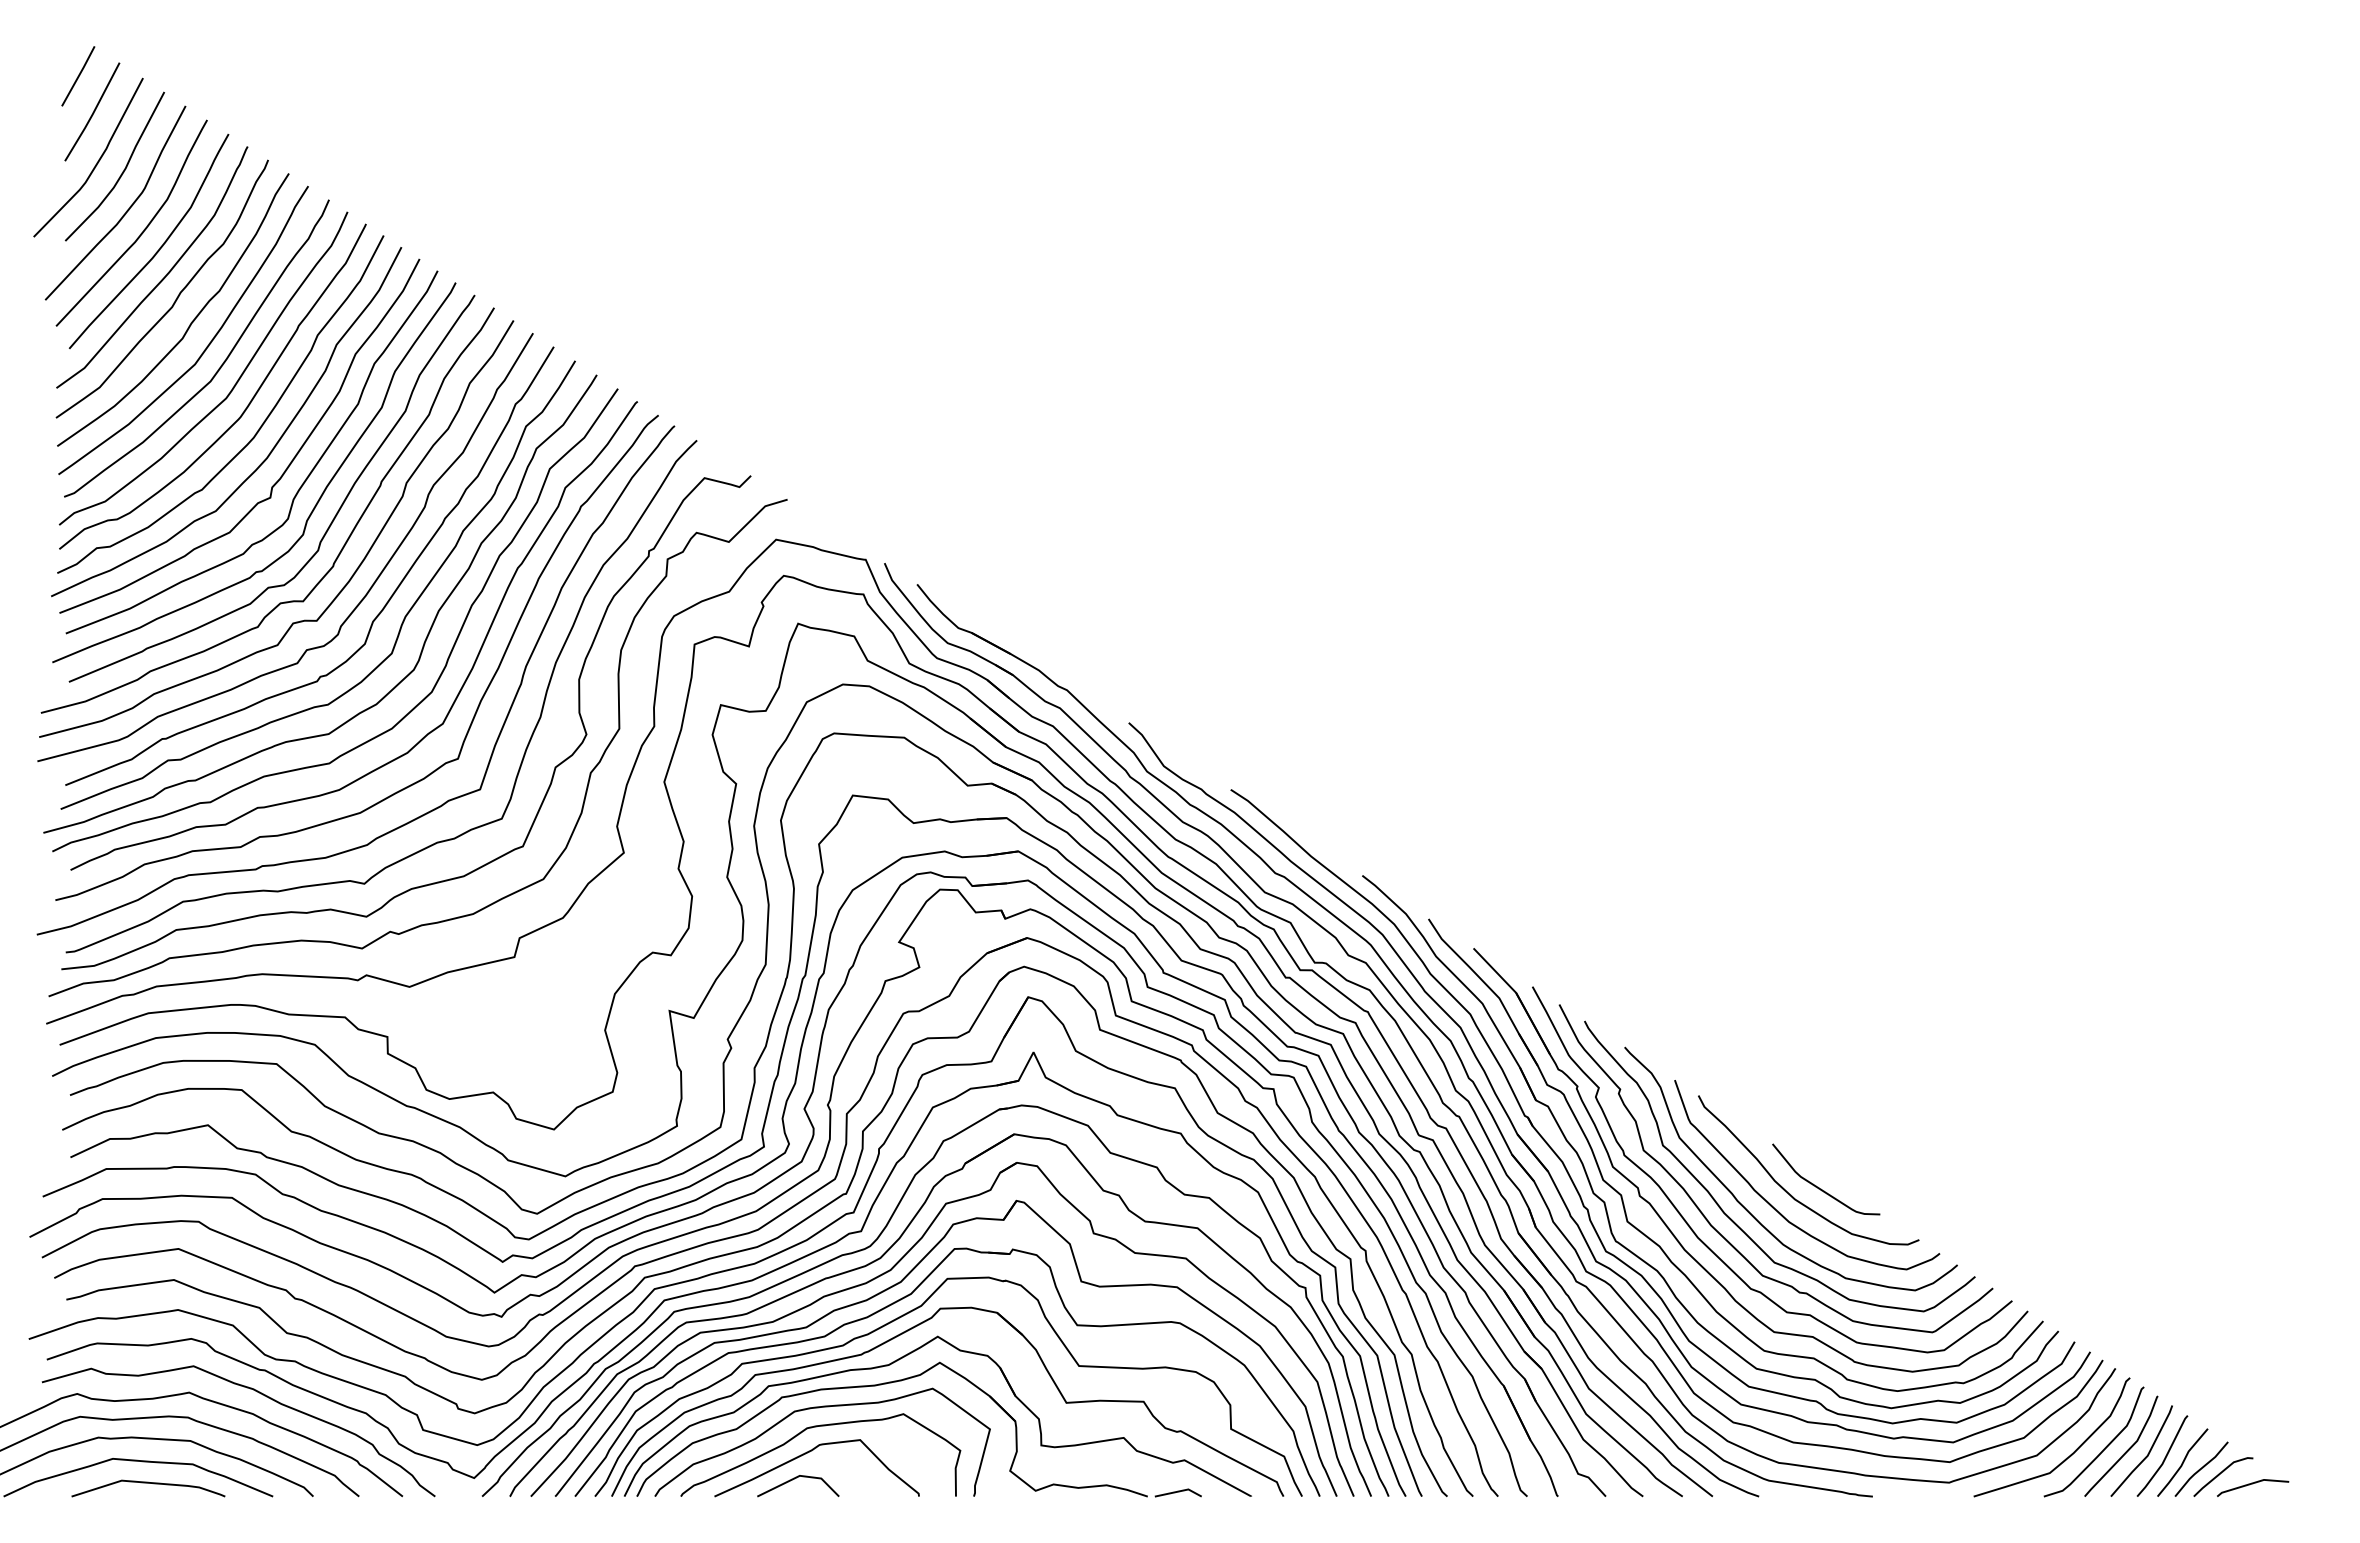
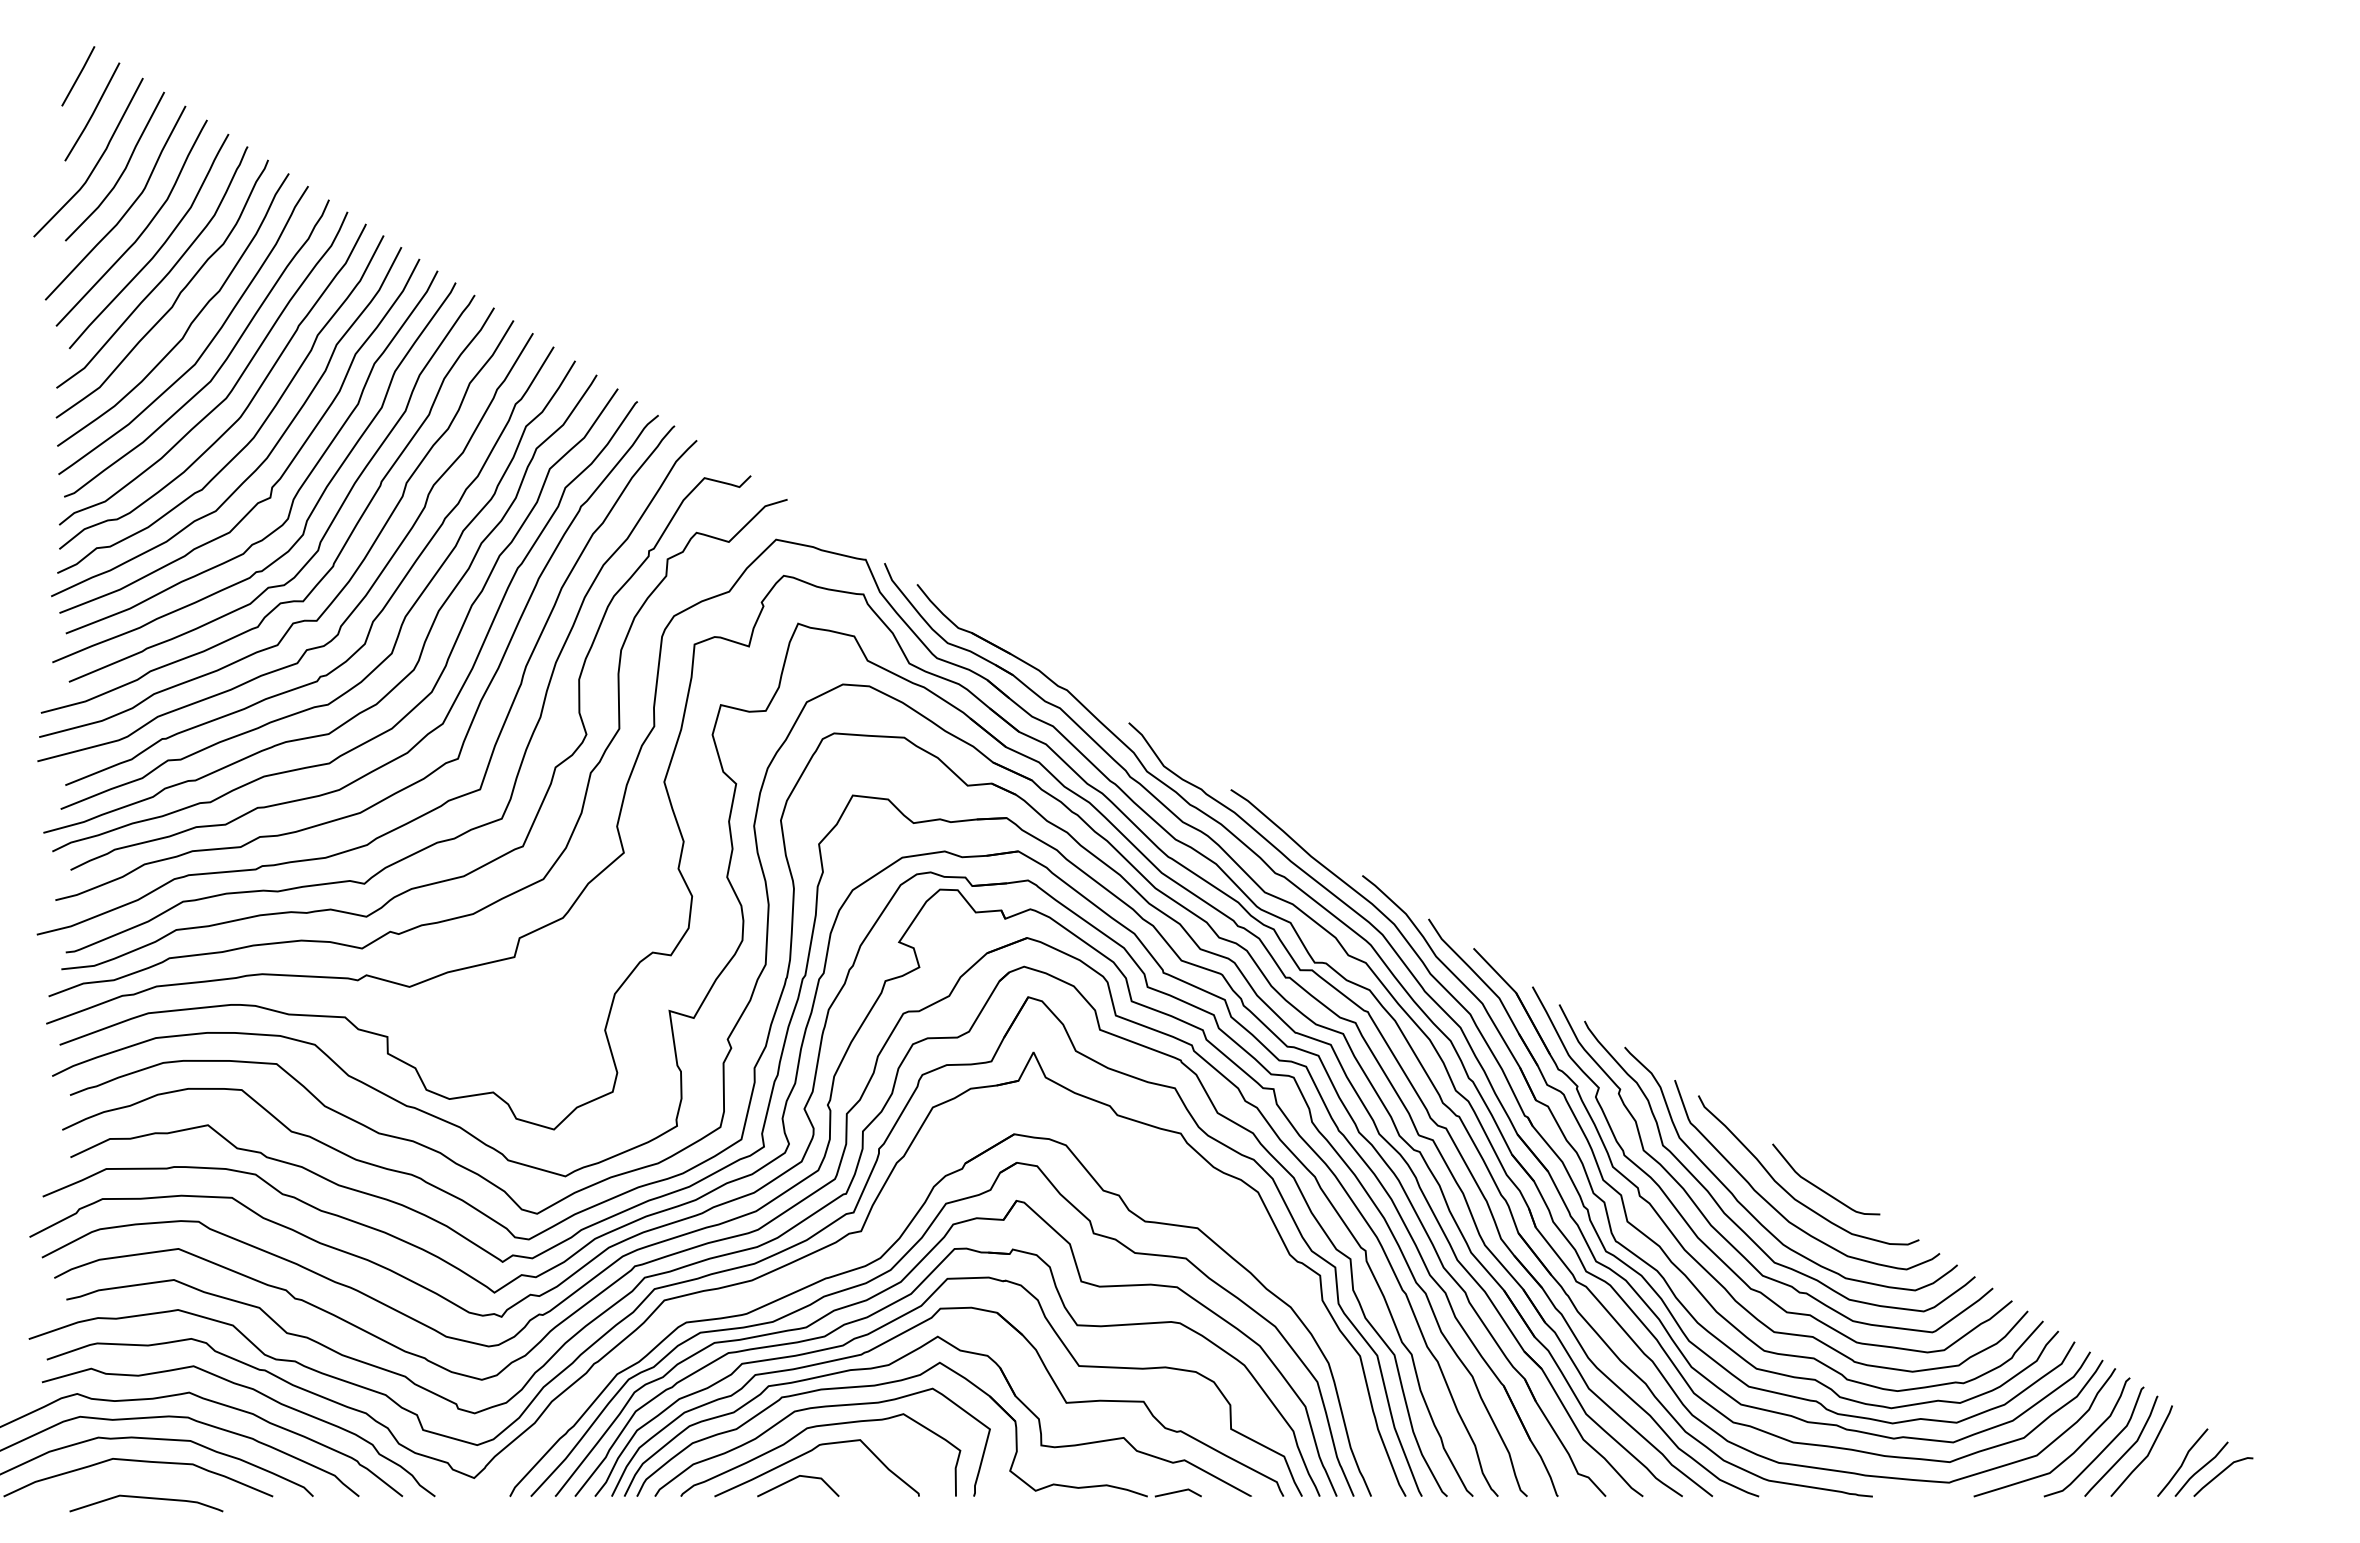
part at (876, 1241): present -> none
line at (2164, 1457): present -> none
curve at (148, 1483) position: (148, 1483) -> (146, 1498)
line at (2253, 1484): present -> none
